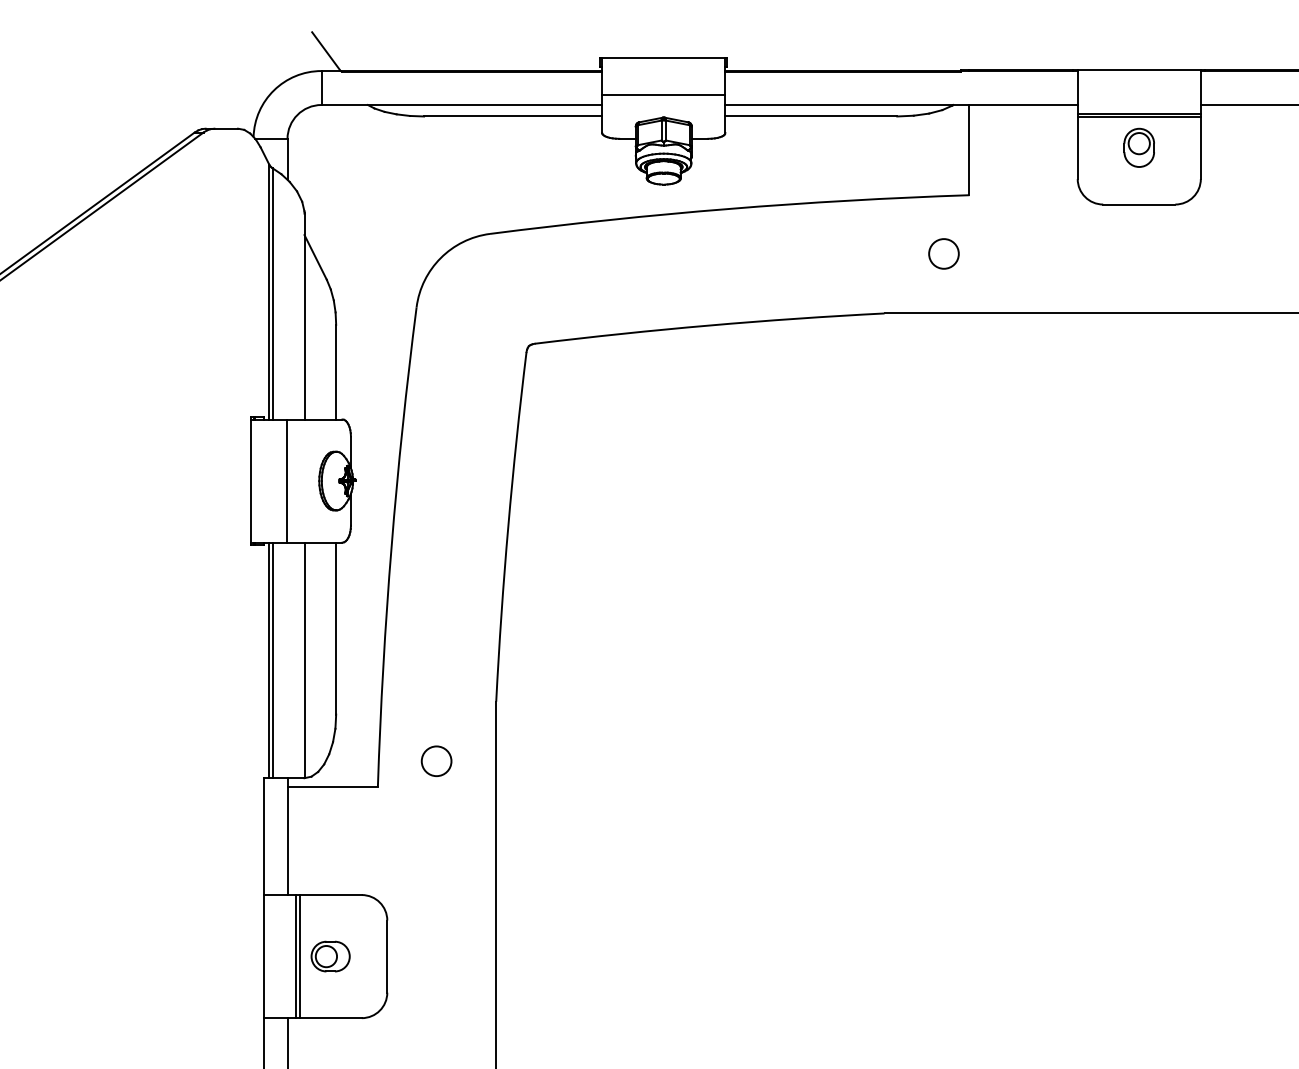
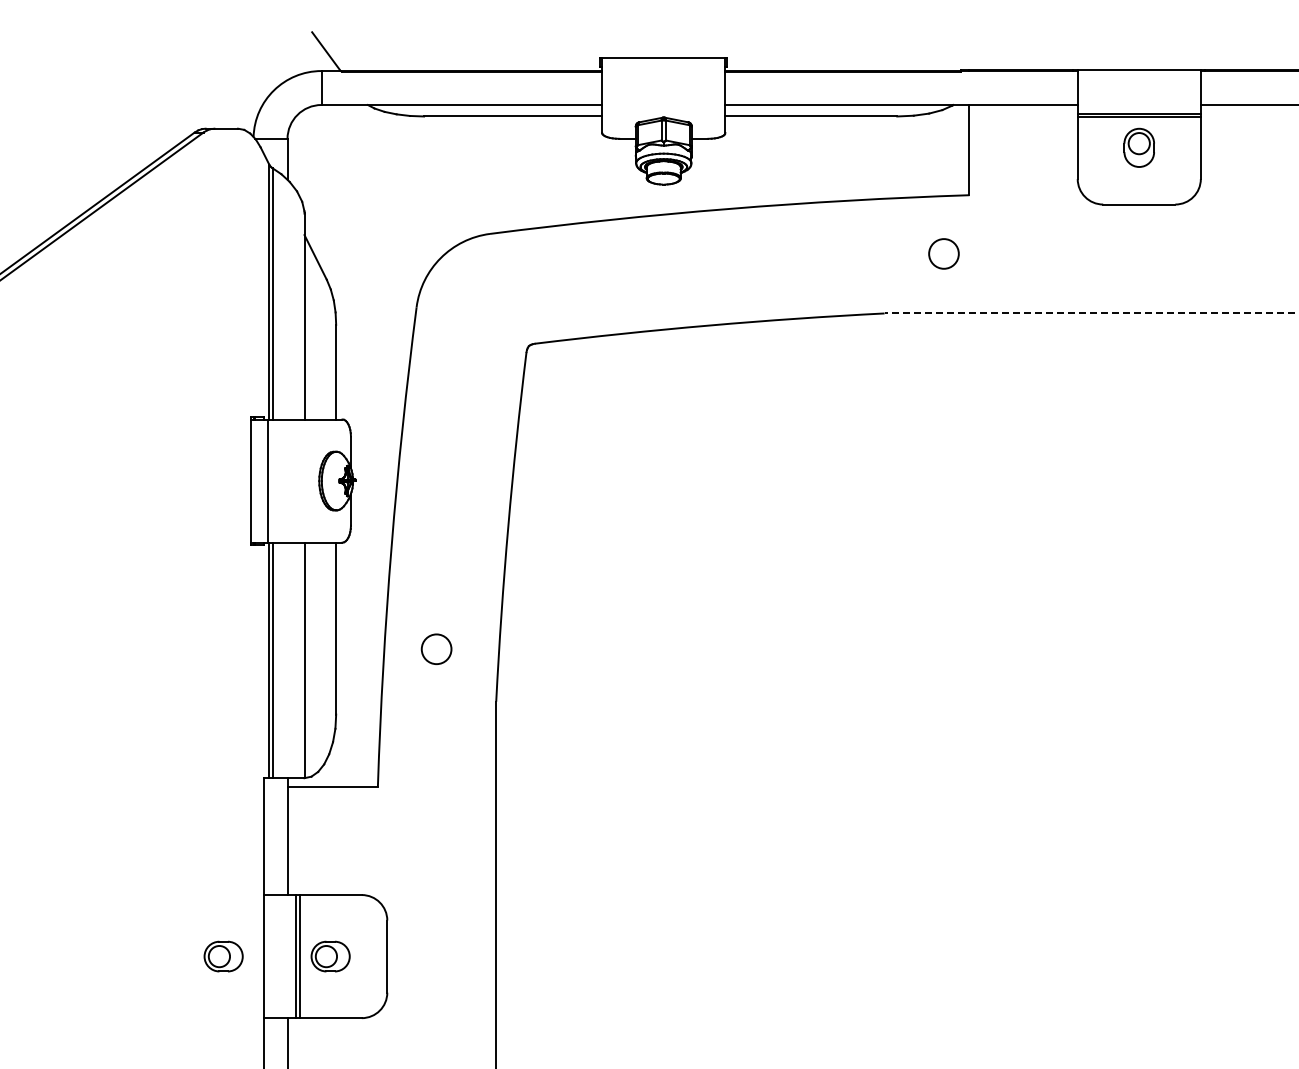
line at (663, 95): present -> none
line at (1091, 313): solid -> dashed
line at (287, 480) position: (287, 480) -> (268, 480)
circle at (436, 760) position: (436, 760) -> (436, 648)
part at (223, 956): none -> present
